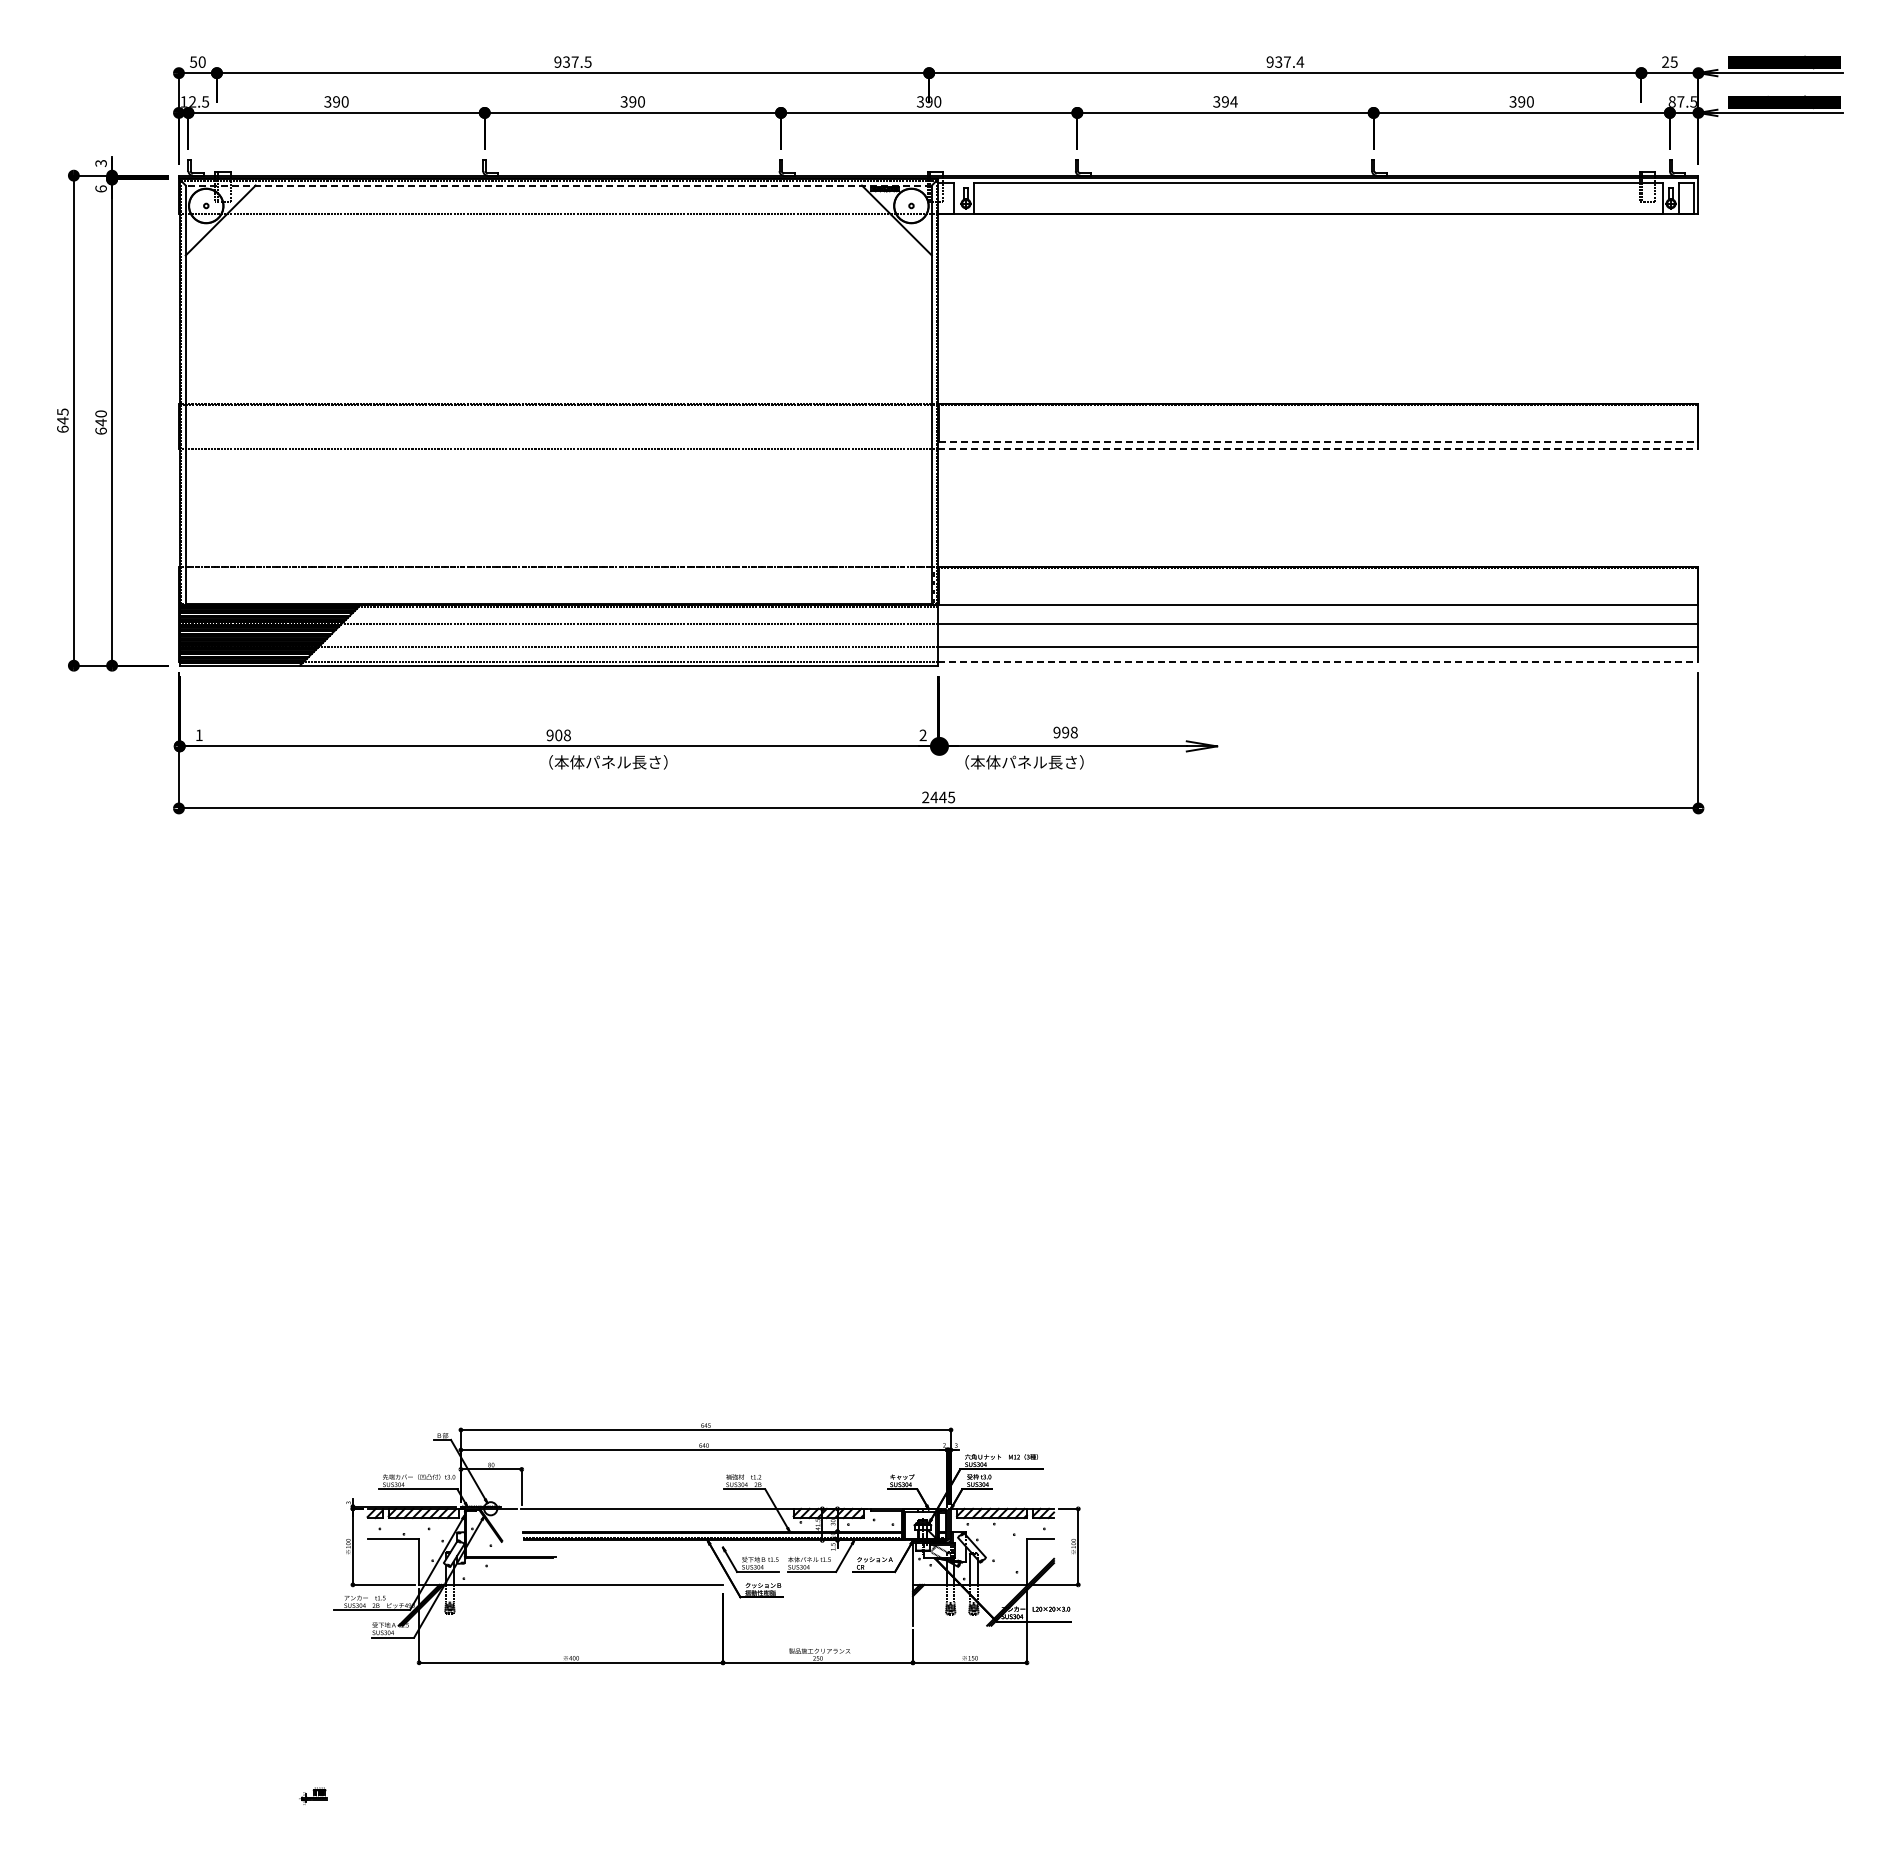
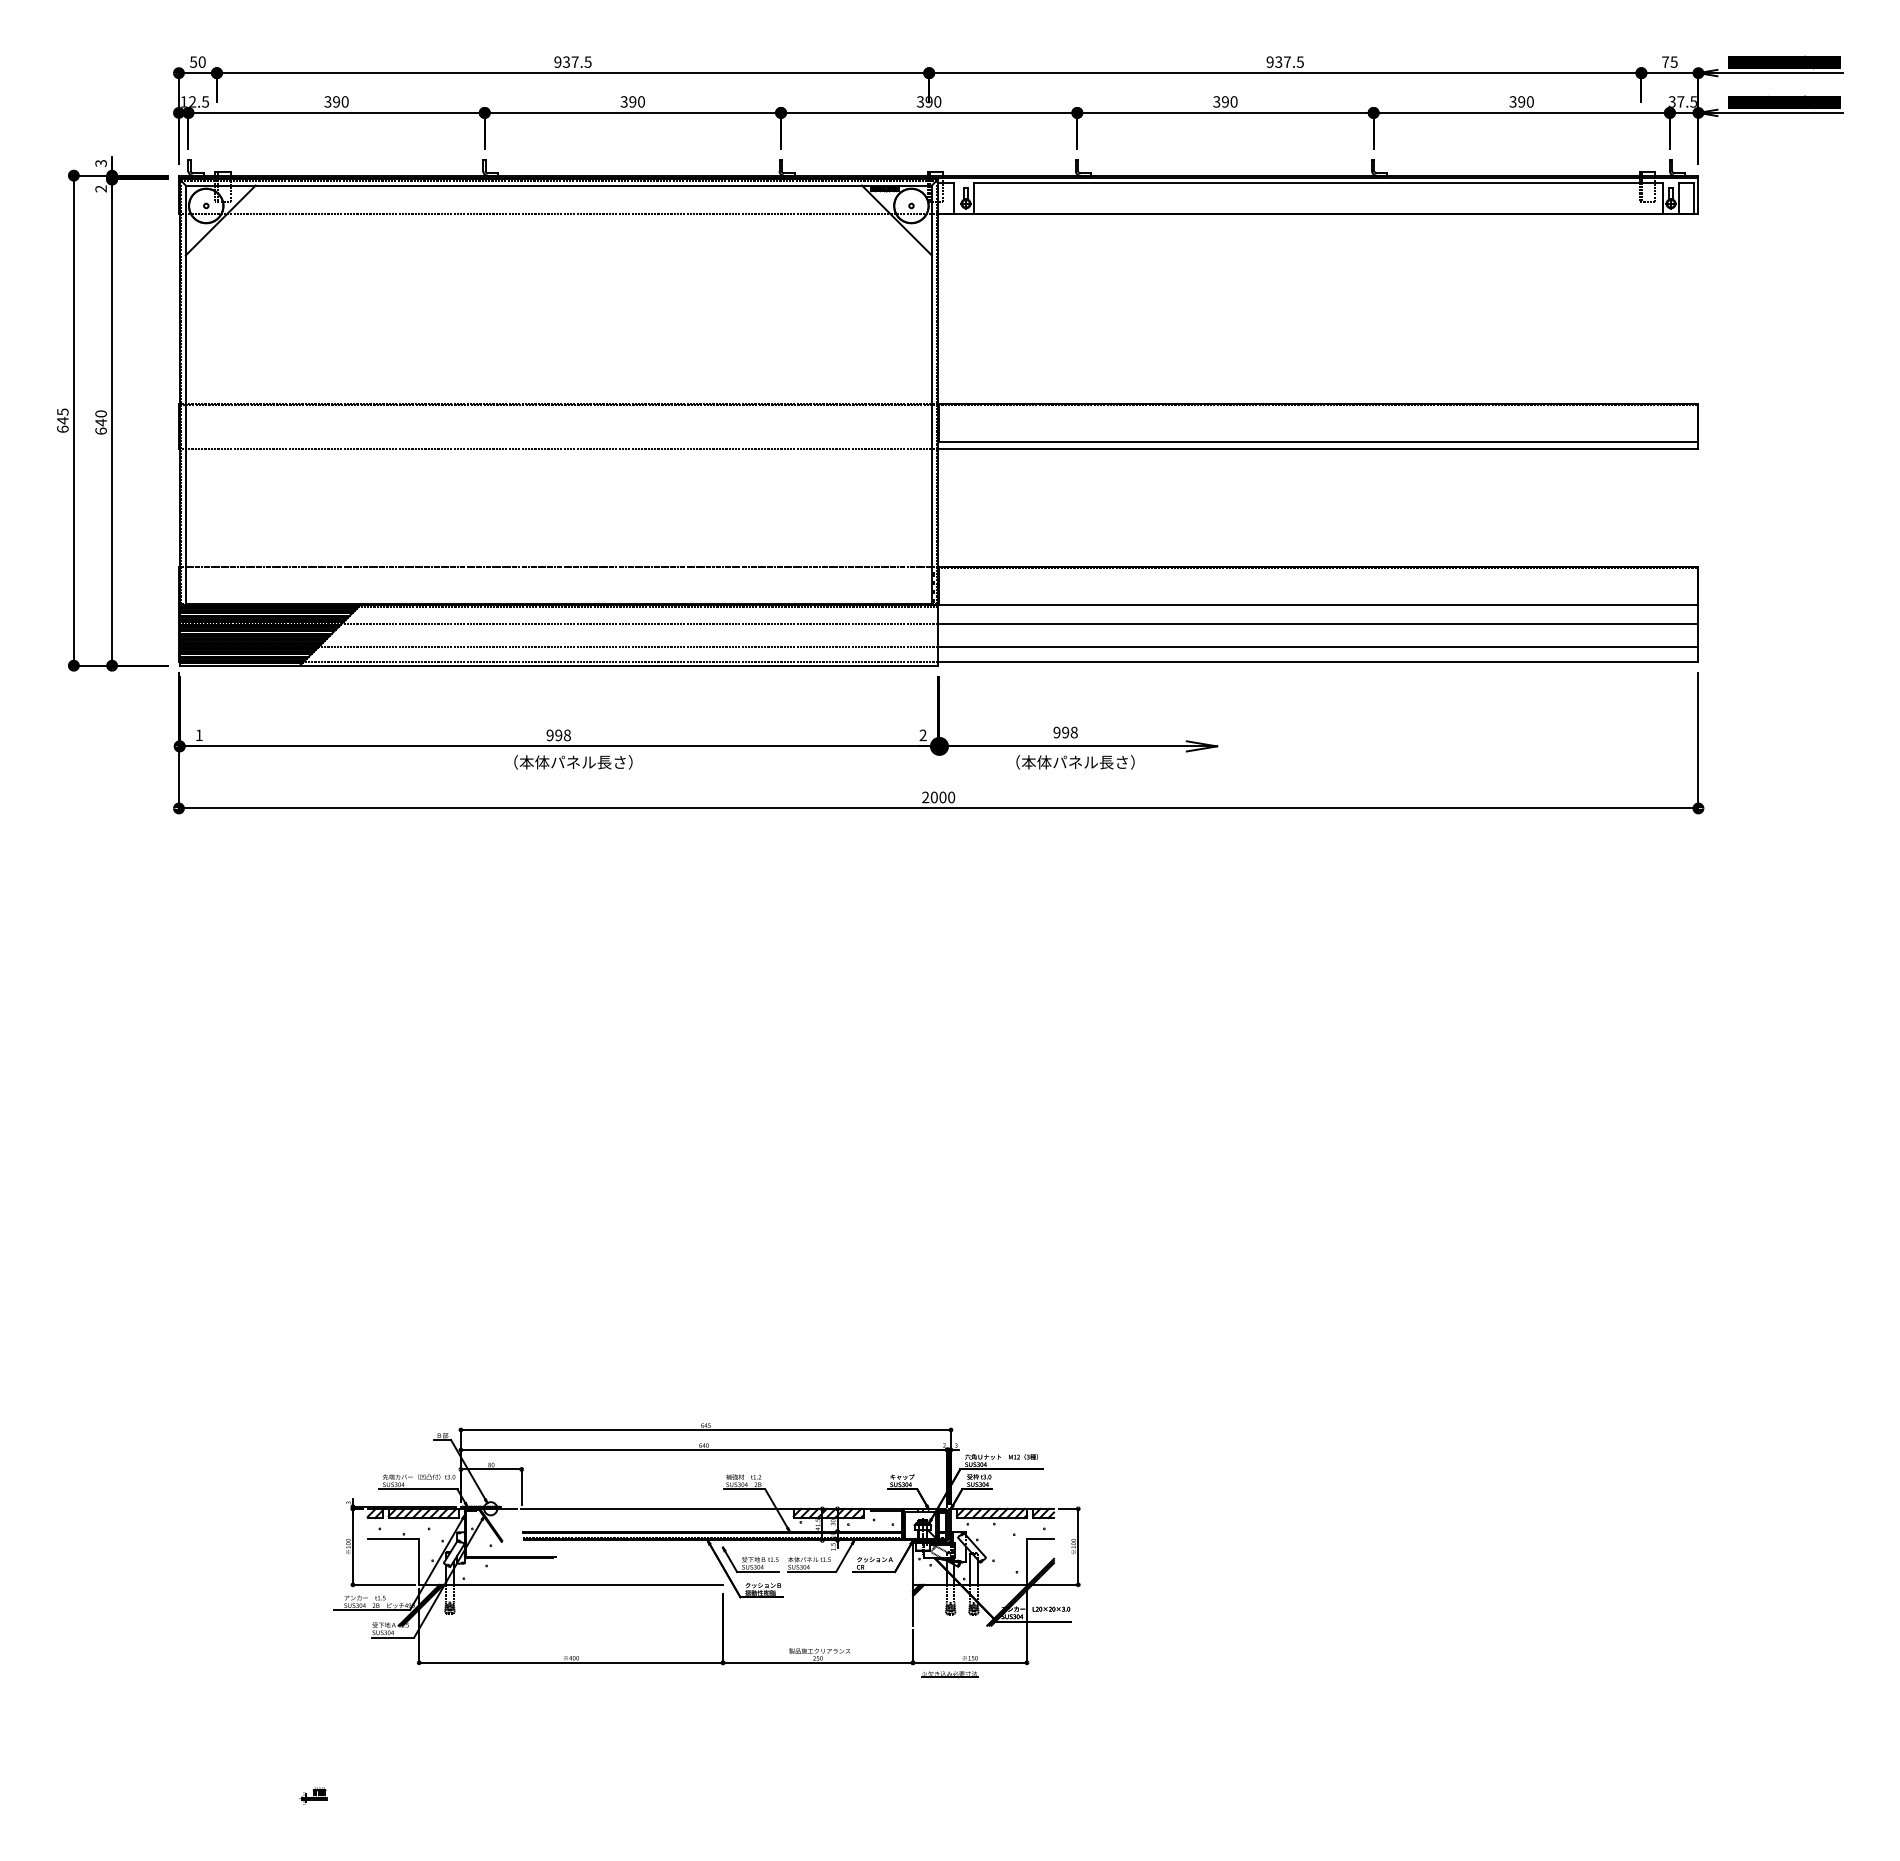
text at (1300, 61): 937.4 -> 937.5
text at (1665, 61): 25 -> 75
text at (1233, 101): 394 -> 390
text at (1671, 101): 87.5 -> 37.5
line at (558, 185): dashed -> solid
text at (100, 188): 6 -> 2
line at (1318, 441): dashed -> solid
line at (1318, 449): dashed -> solid
line at (1318, 661): dashed -> solid
text at (558, 735): 908 -> 998
text at (608, 762) position: (608, 762) -> (573, 762)
text at (1024, 762) position: (1024, 762) -> (1075, 762)
text at (942, 797): 2445 -> 2000
part at (949, 1674): none -> present
